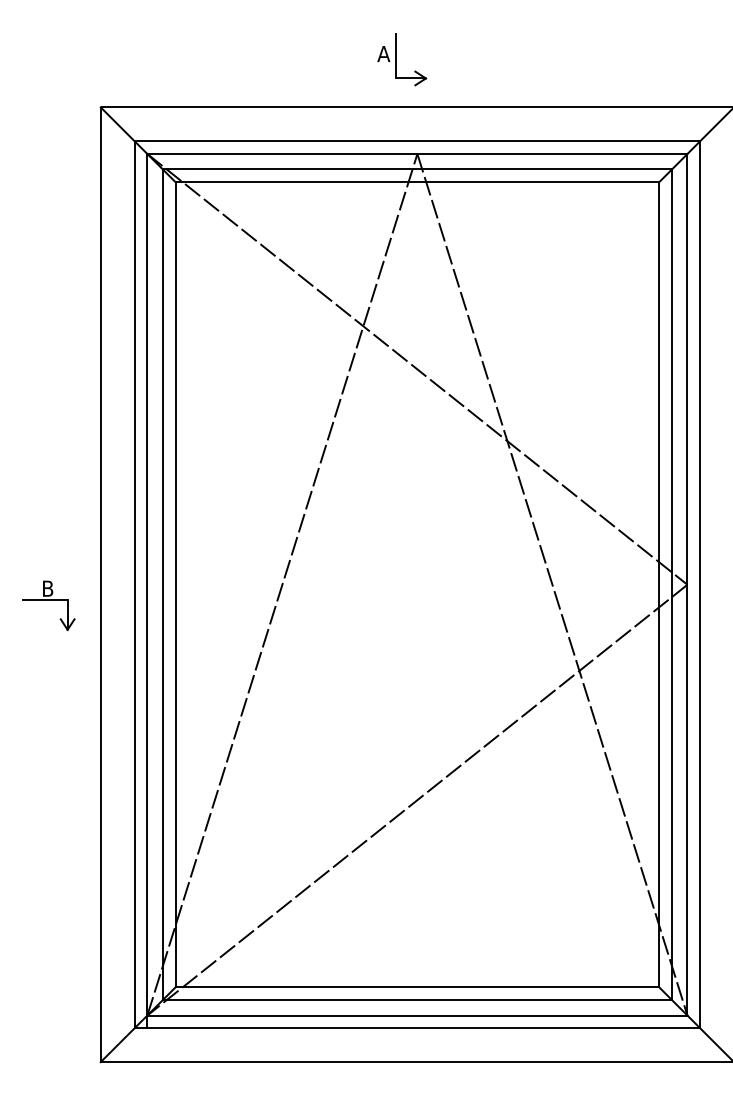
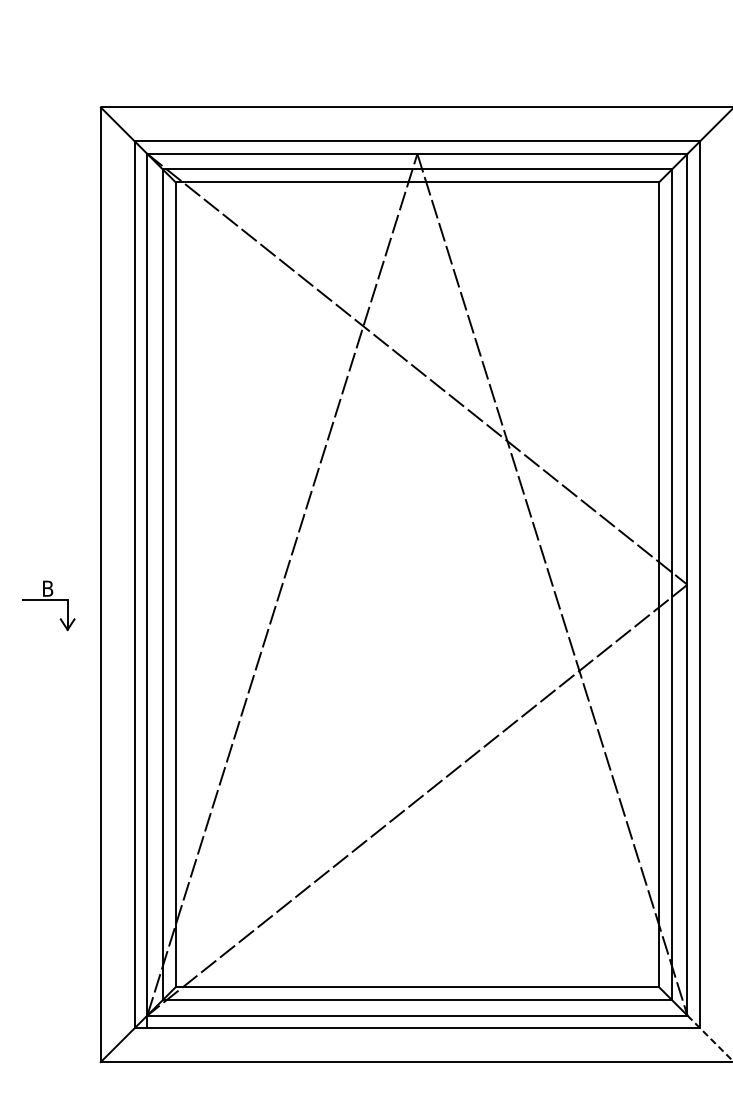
part at (402, 59): present -> none
line at (710, 1038): solid -> dashed
